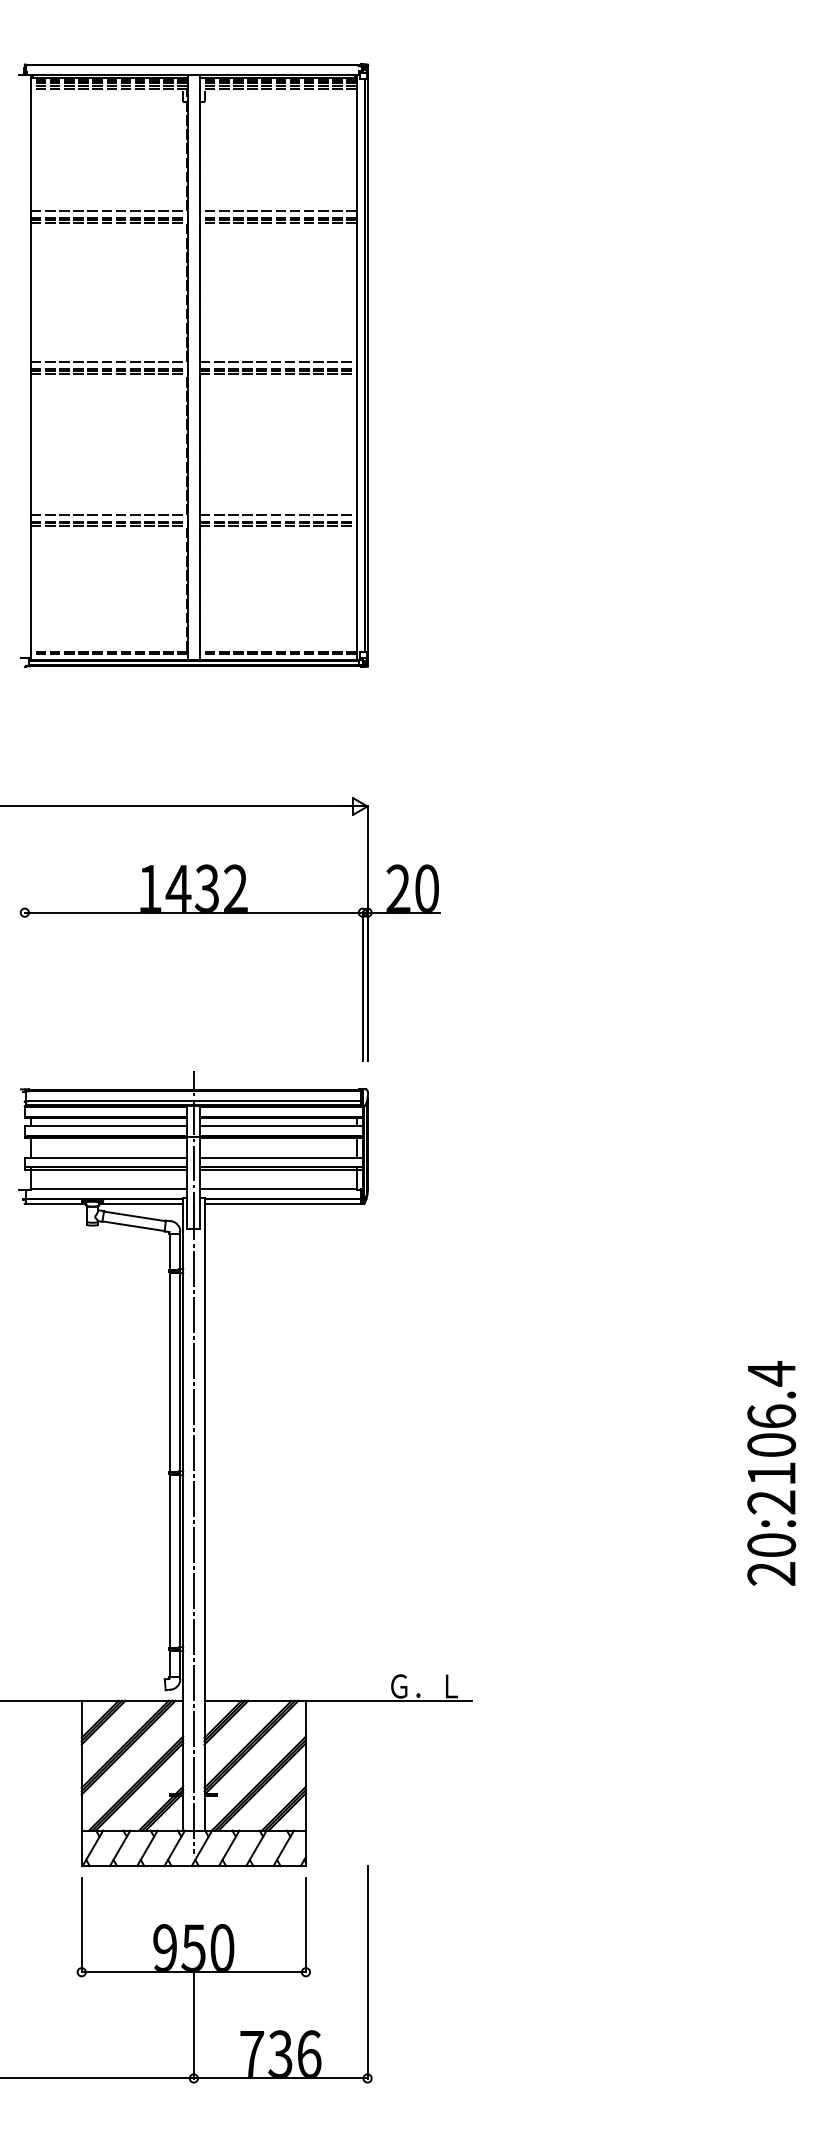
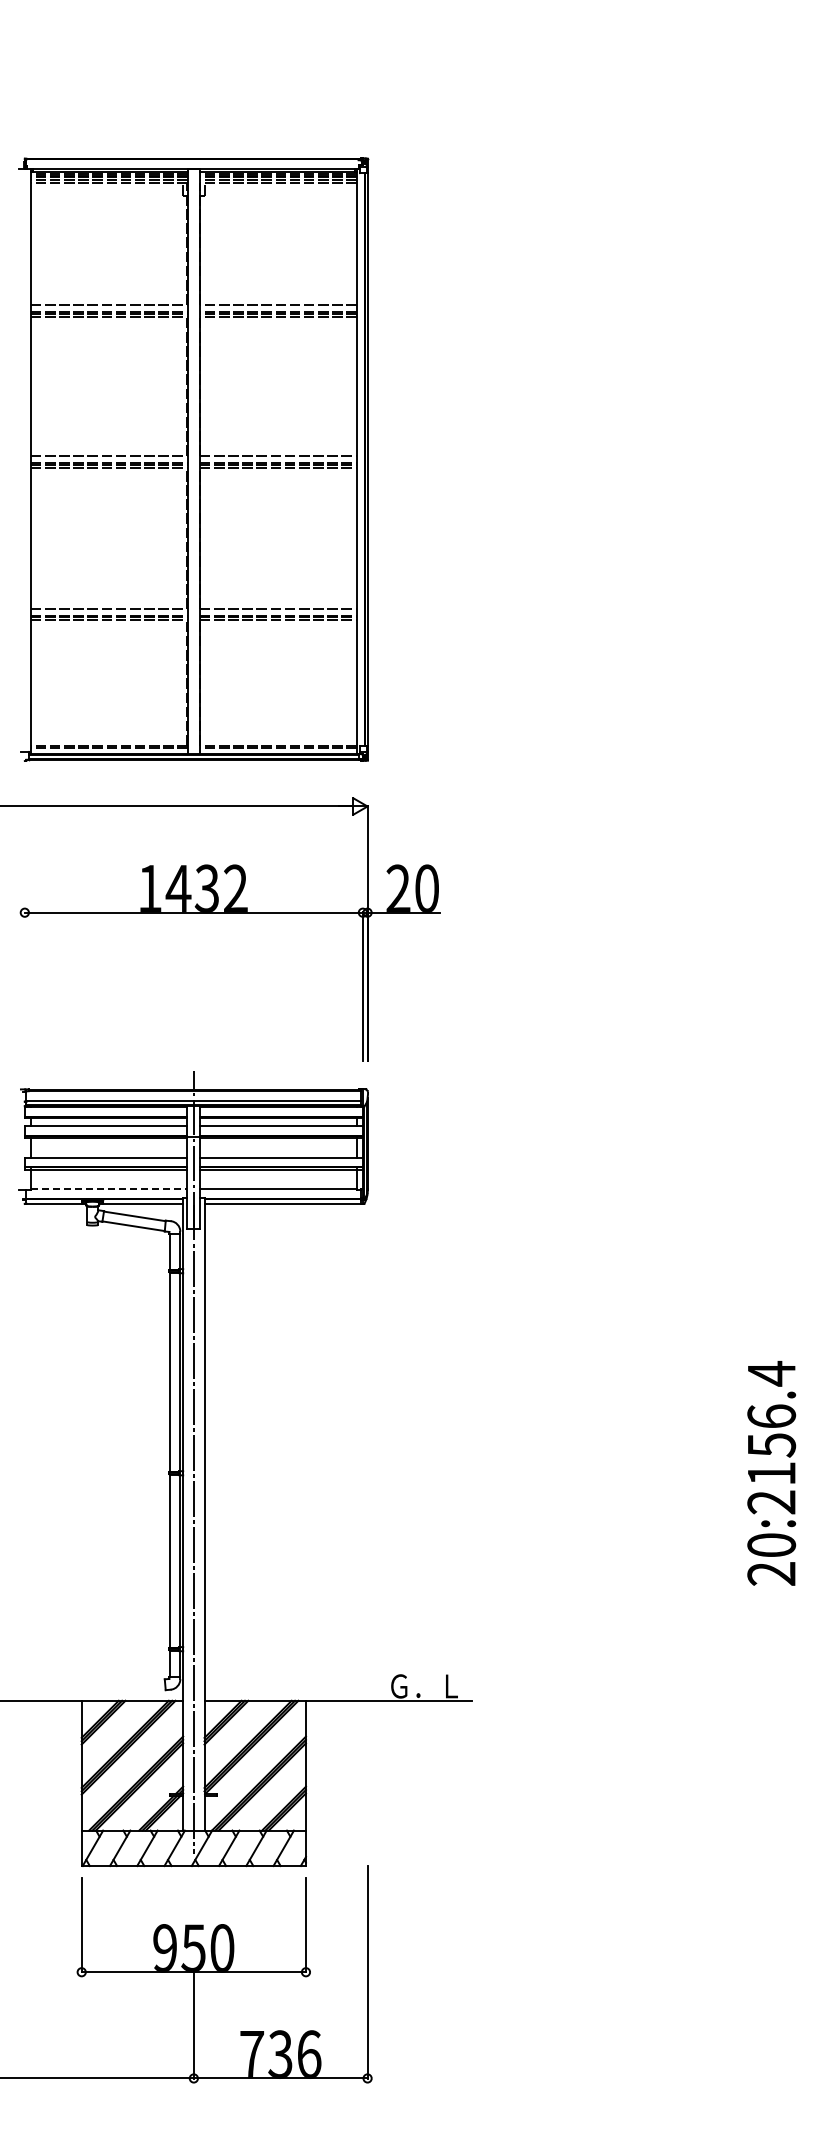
part at (193, 365) position: (193, 365) -> (193, 459)
line at (109, 1188): solid -> dashed
text at (771, 1445): 20:2106.4 -> 20:2156.4
